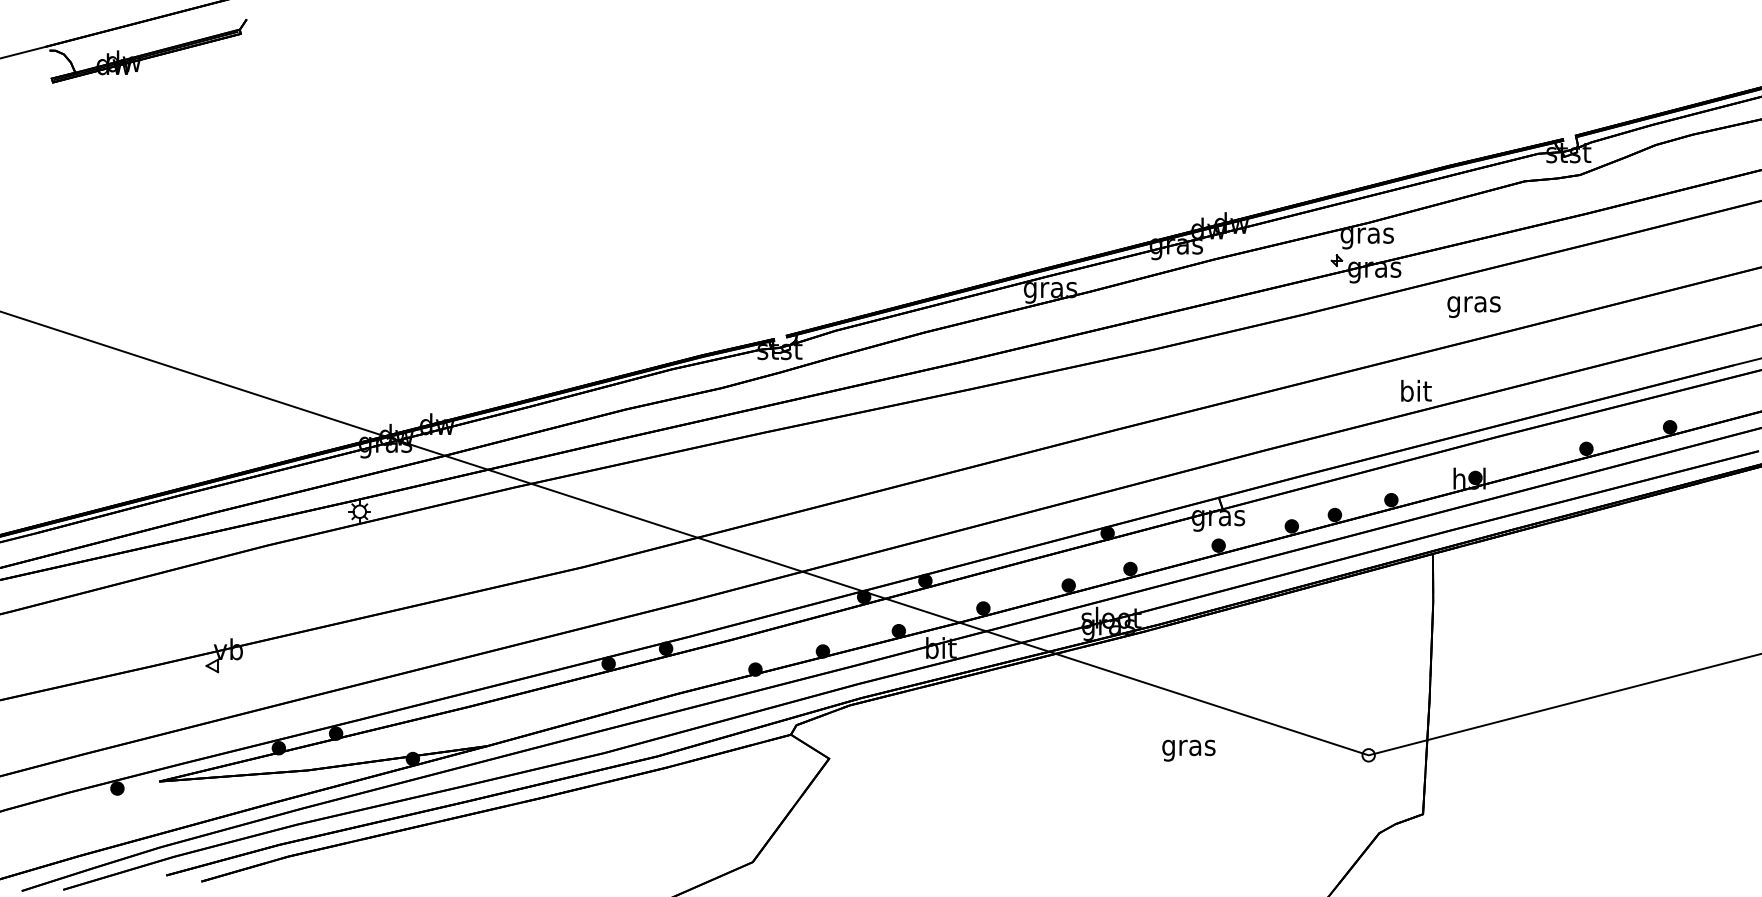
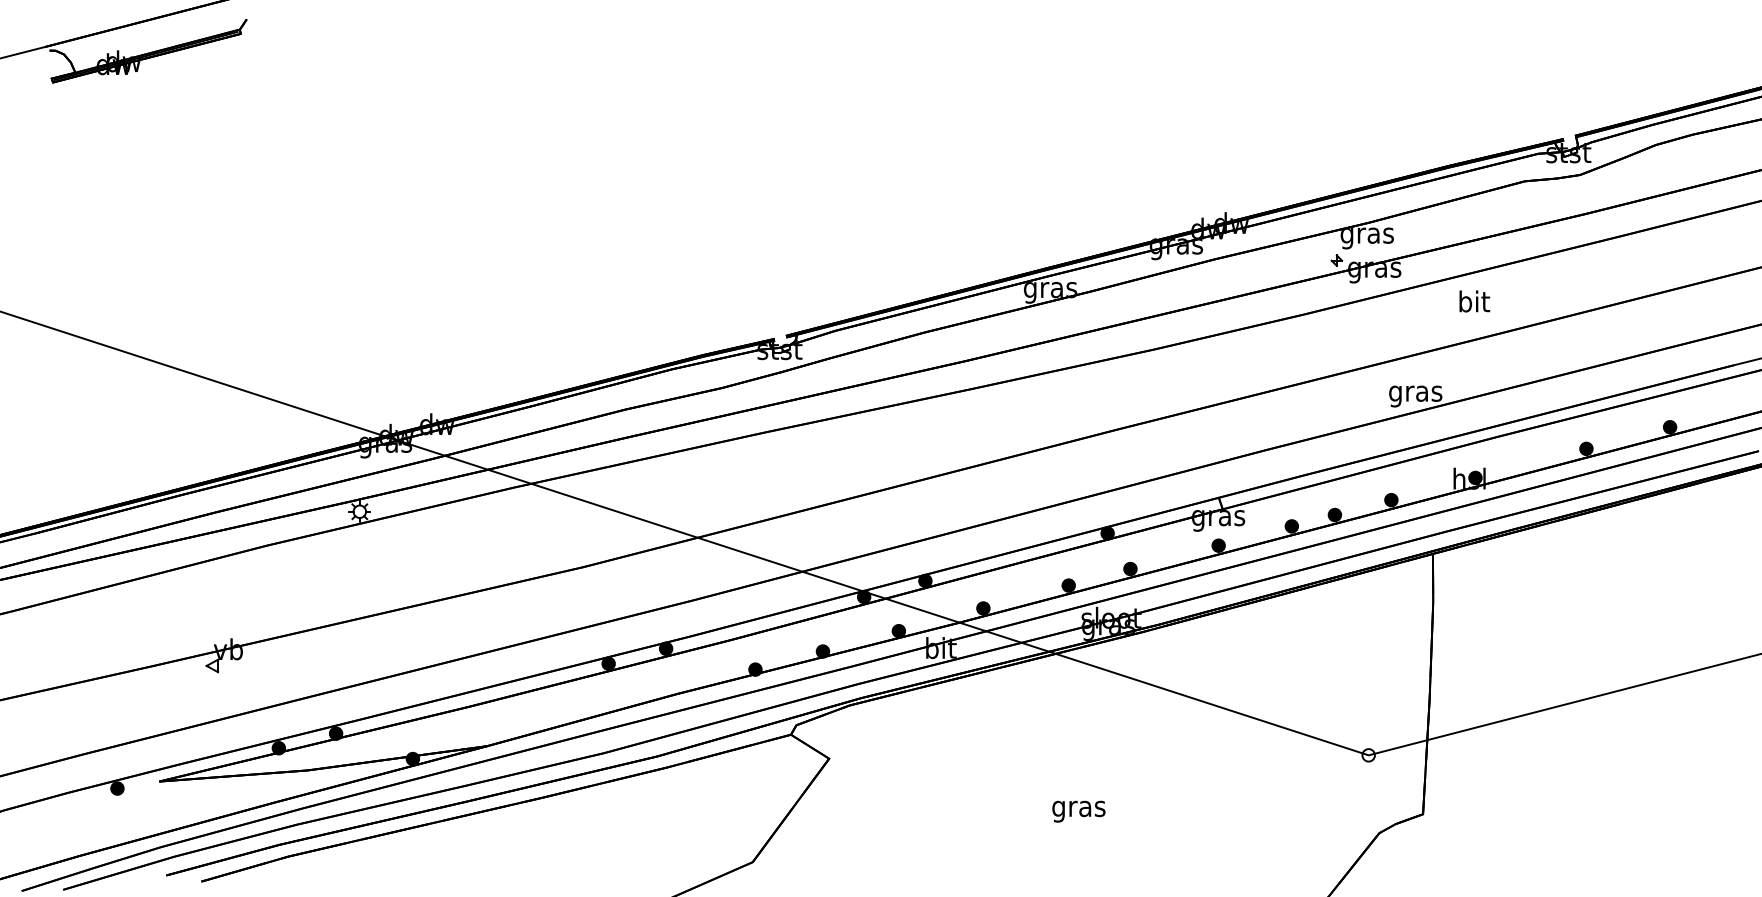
text at (1473, 304): gras -> bit
text at (1415, 393): bit -> gras
text at (1188, 750) position: (1188, 750) -> (1078, 811)
